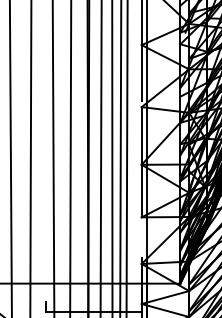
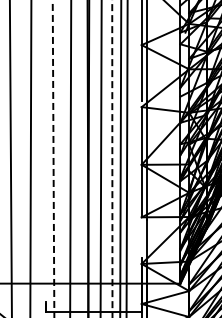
line at (53, 158): solid -> dashed
line at (112, 158): solid -> dashed
